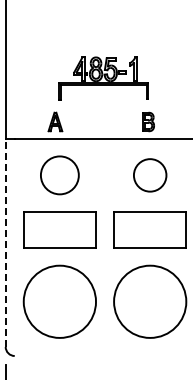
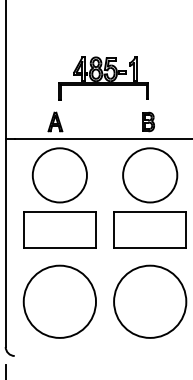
circle at (59, 175) diameter: 38 px -> 54 px
circle at (149, 175) diameter: 33 px -> 54 px
line at (5, 243): dashed -> solid
